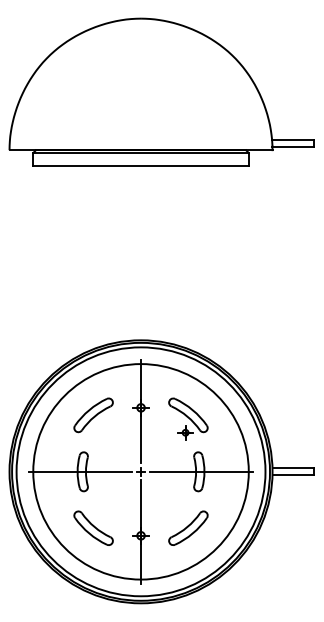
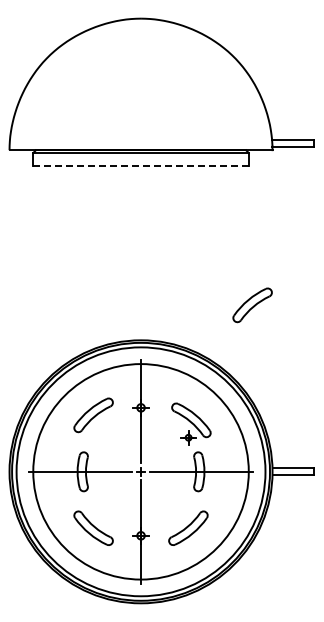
line at (141, 166): solid -> dashed
part at (252, 305): none -> present
part at (188, 418) position: (188, 418) -> (191, 423)
